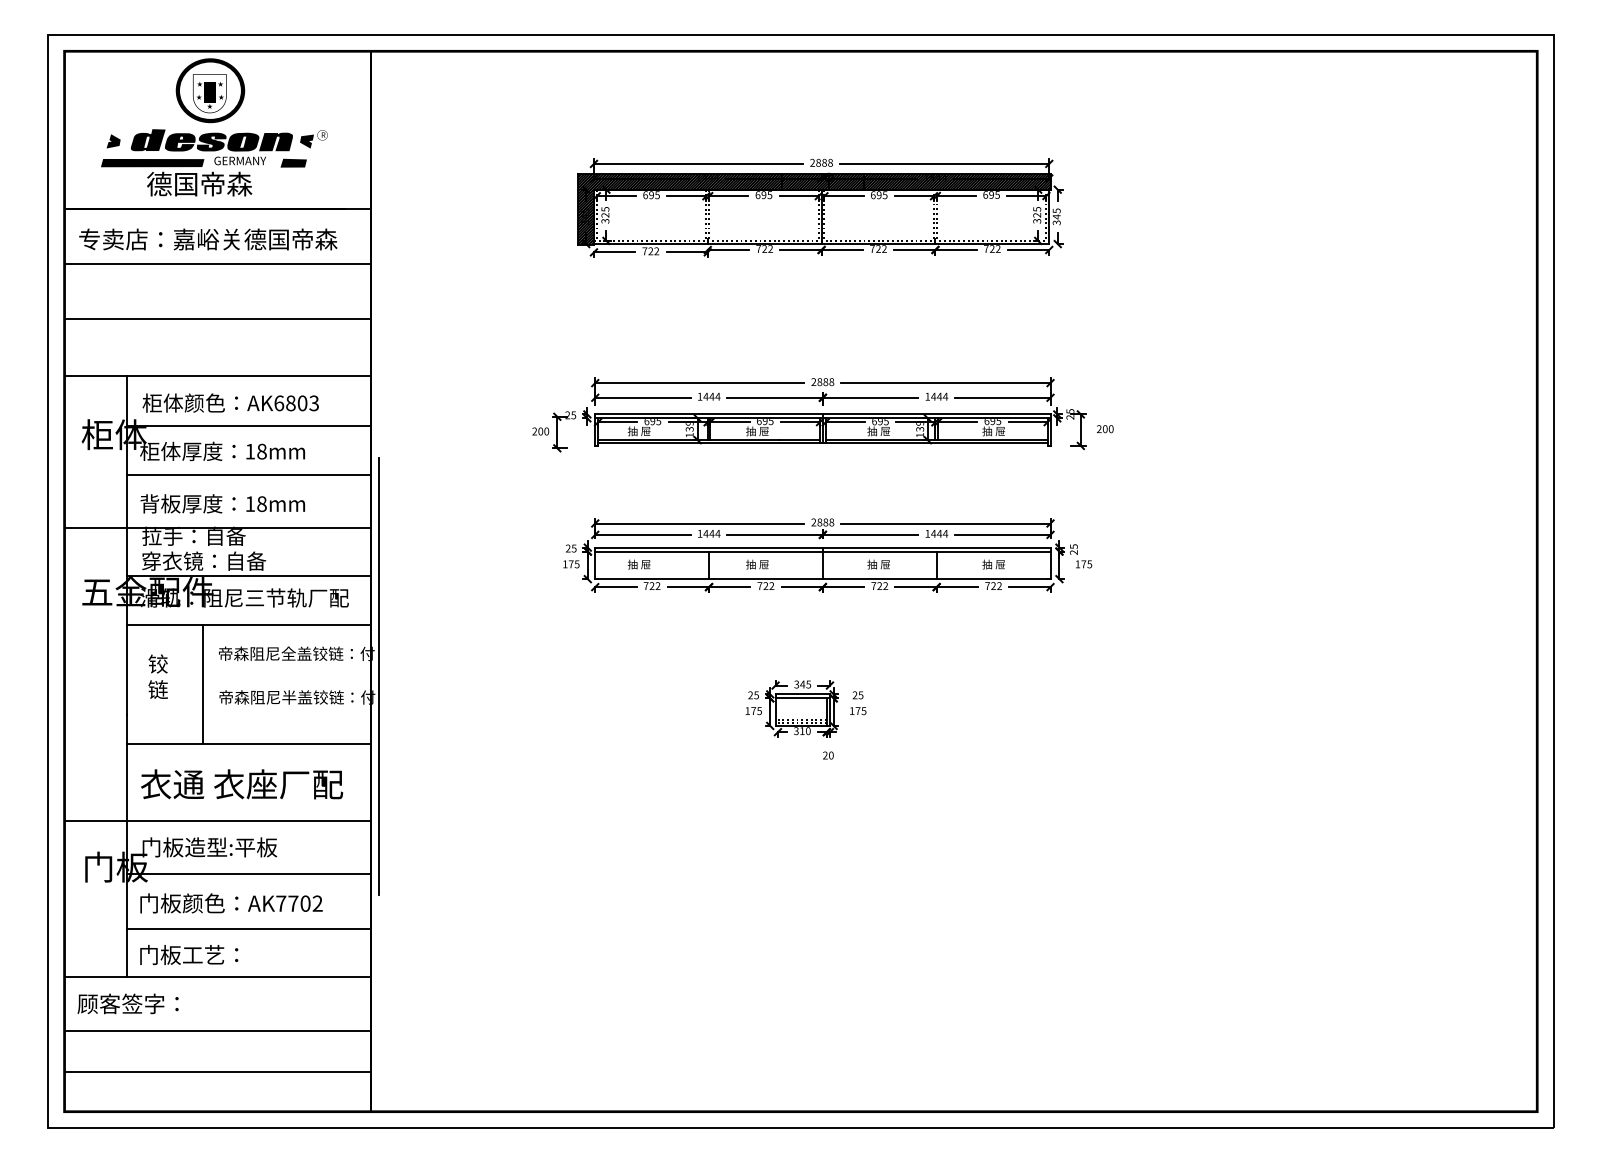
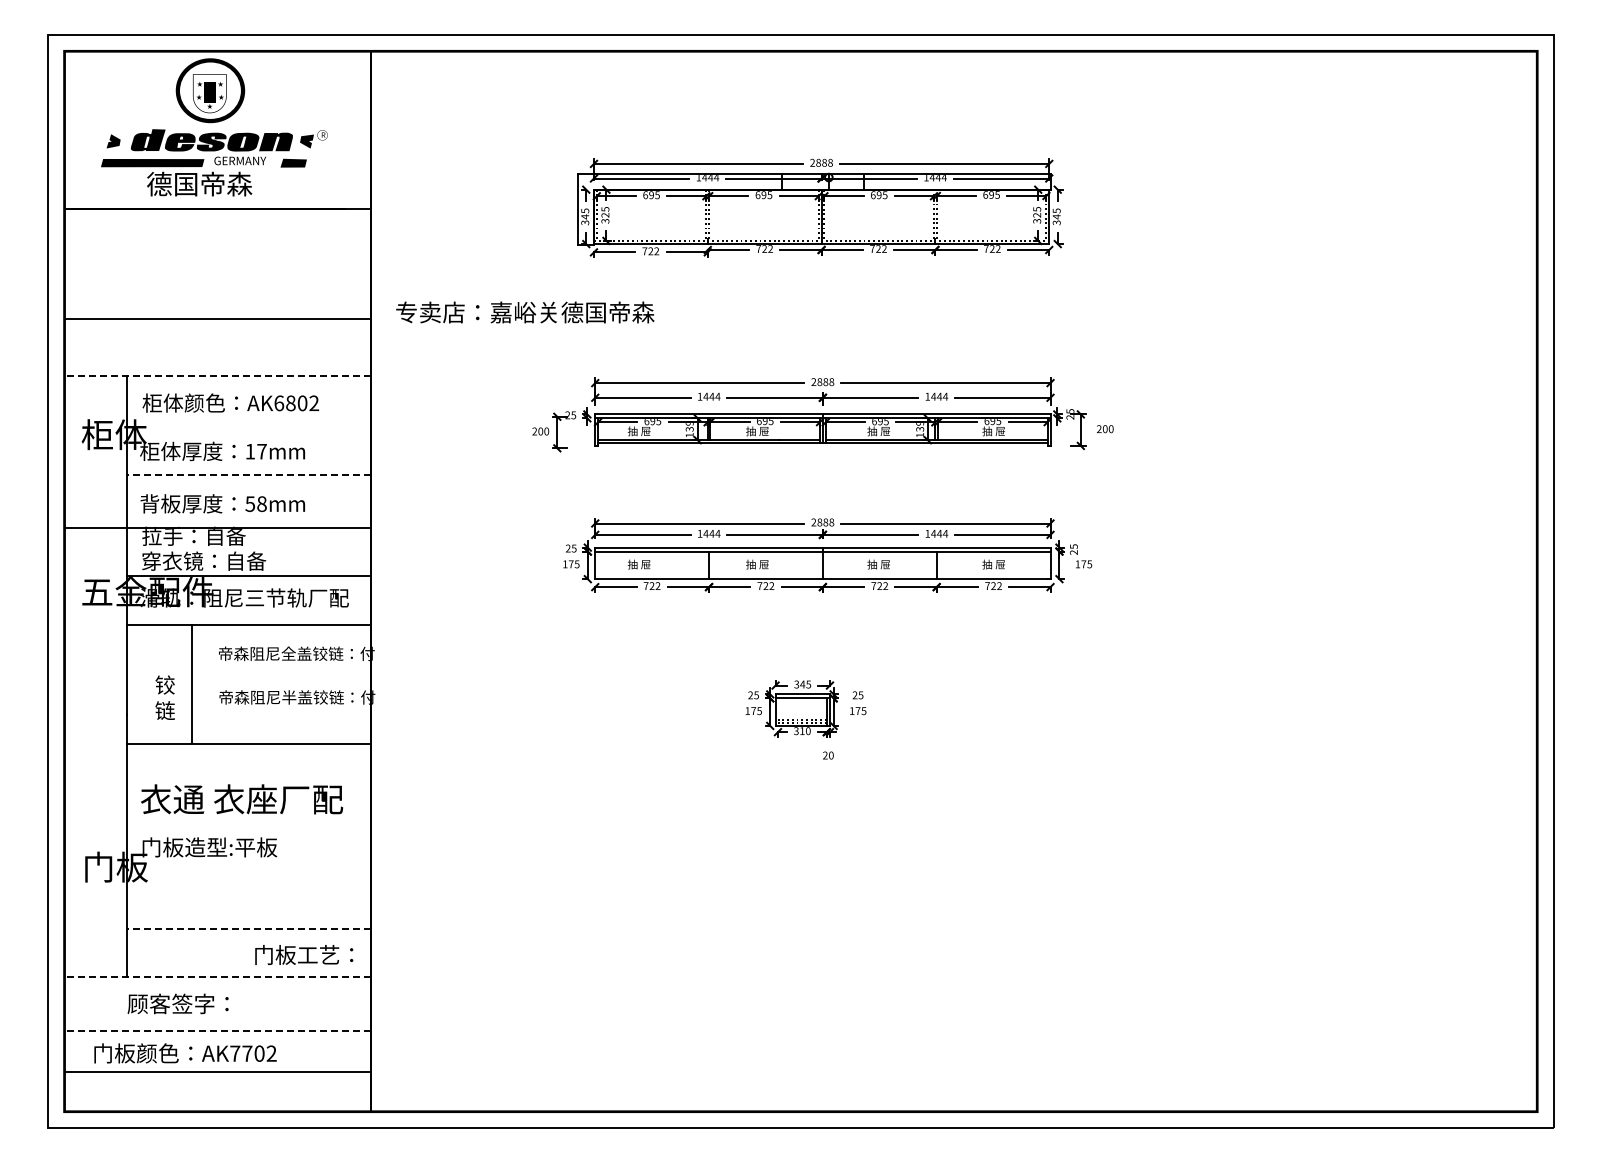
hatch at (814, 208): present -> none
text at (208, 239) position: (208, 239) -> (525, 312)
line at (217, 264): present -> none
line at (217, 375): solid -> dashed
text at (314, 403): AK6803 -> AK6802
line at (249, 426): present -> none
text at (261, 451): 18mm -> 17mm
line at (249, 475): solid -> dashed
text at (250, 504): 18mm -> 58mm
line at (378, 675): present -> none
text at (157, 676) position: (157, 676) -> (164, 697)
line at (203, 683) position: (203, 683) -> (192, 683)
text at (242, 784) position: (242, 784) -> (242, 799)
line at (217, 821): present -> none
line at (249, 873): present -> none
text at (231, 903) position: (231, 903) -> (185, 1053)
line at (249, 928): solid -> dashed
text at (189, 954) position: (189, 954) -> (304, 954)
line at (217, 977): solid -> dashed
text at (127, 1003) position: (127, 1003) -> (177, 1003)
line at (217, 1030): solid -> dashed
